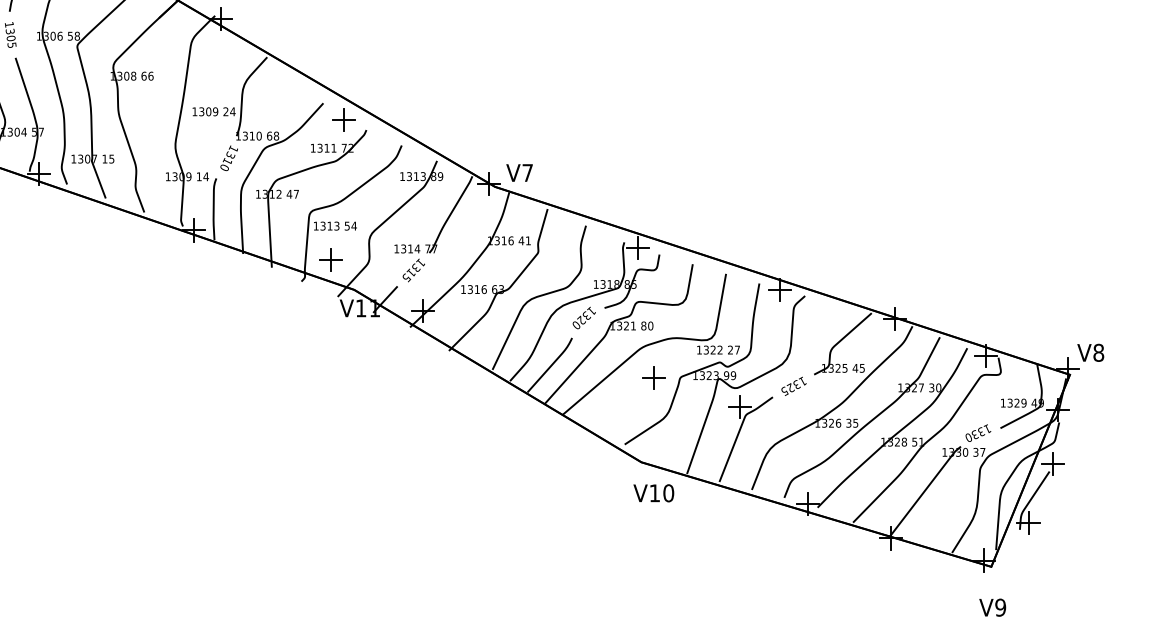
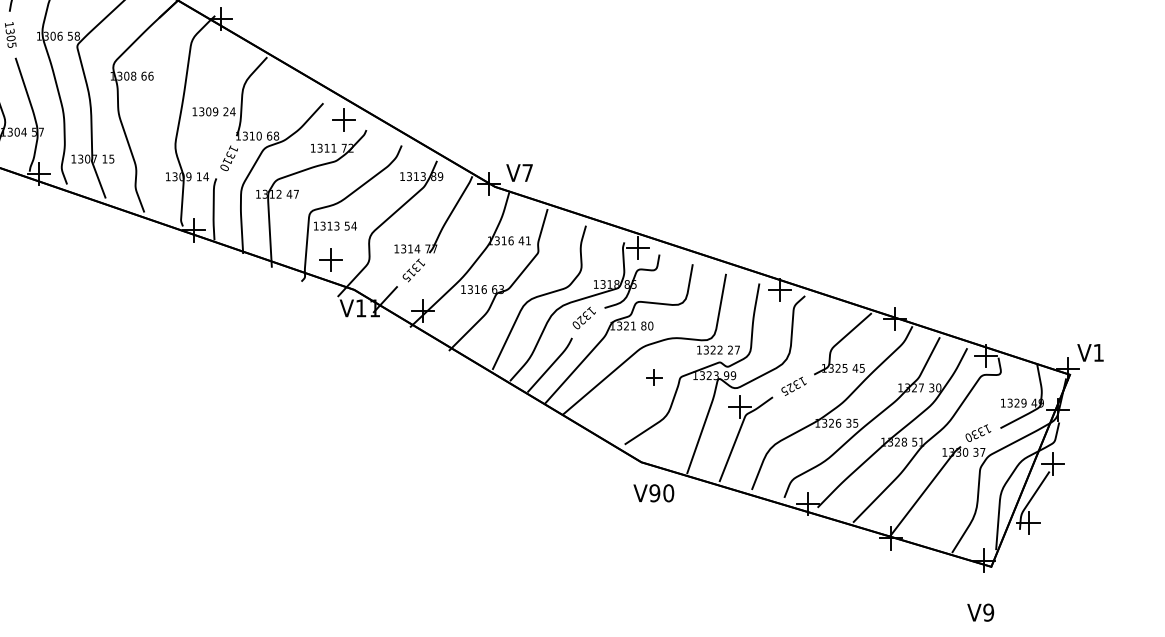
text at (1098, 352): V8 -> V1
part at (653, 377) size: 24x24 px -> 17x17 px
text at (654, 493): V10 -> V90
text at (992, 607) position: (992, 607) -> (980, 612)
